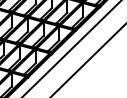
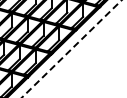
line at (71, 49): solid -> dashed
line at (88, 60): present -> none
